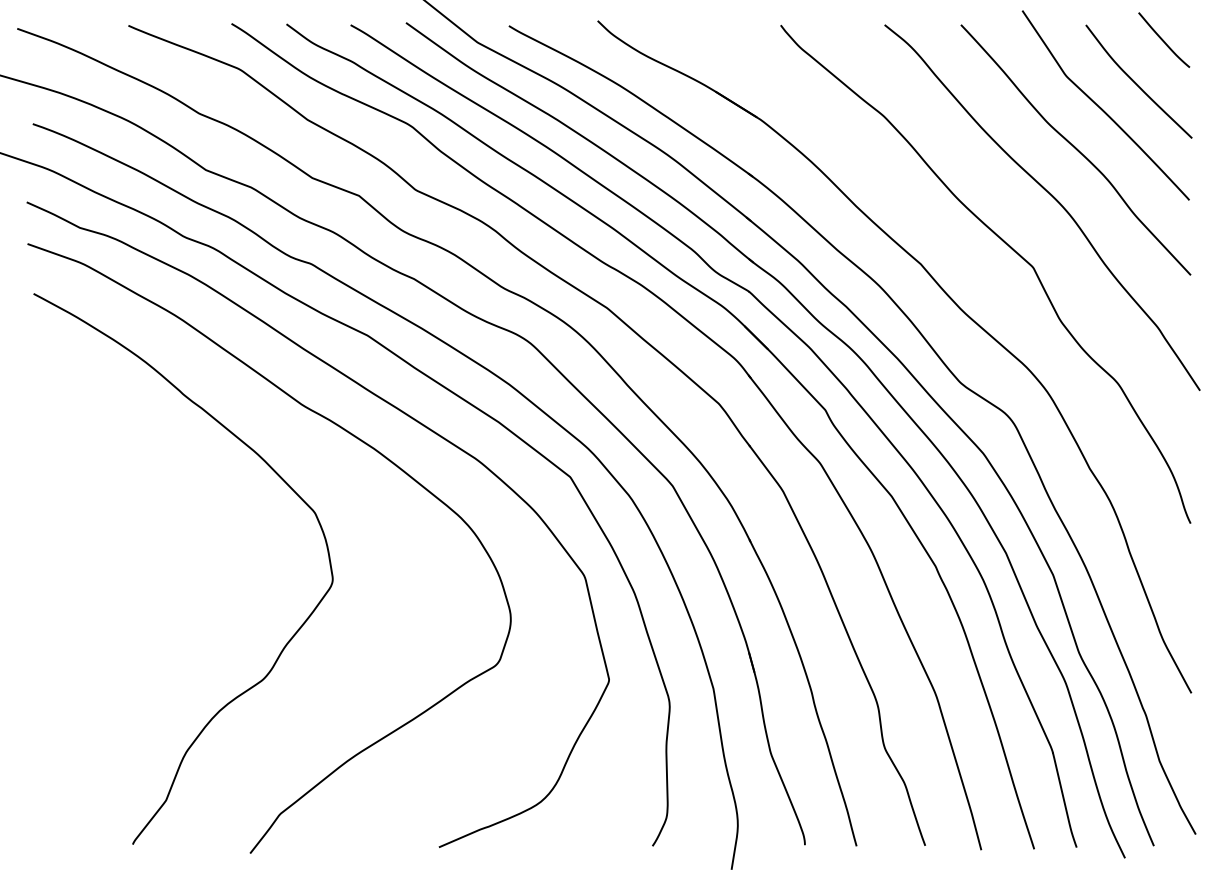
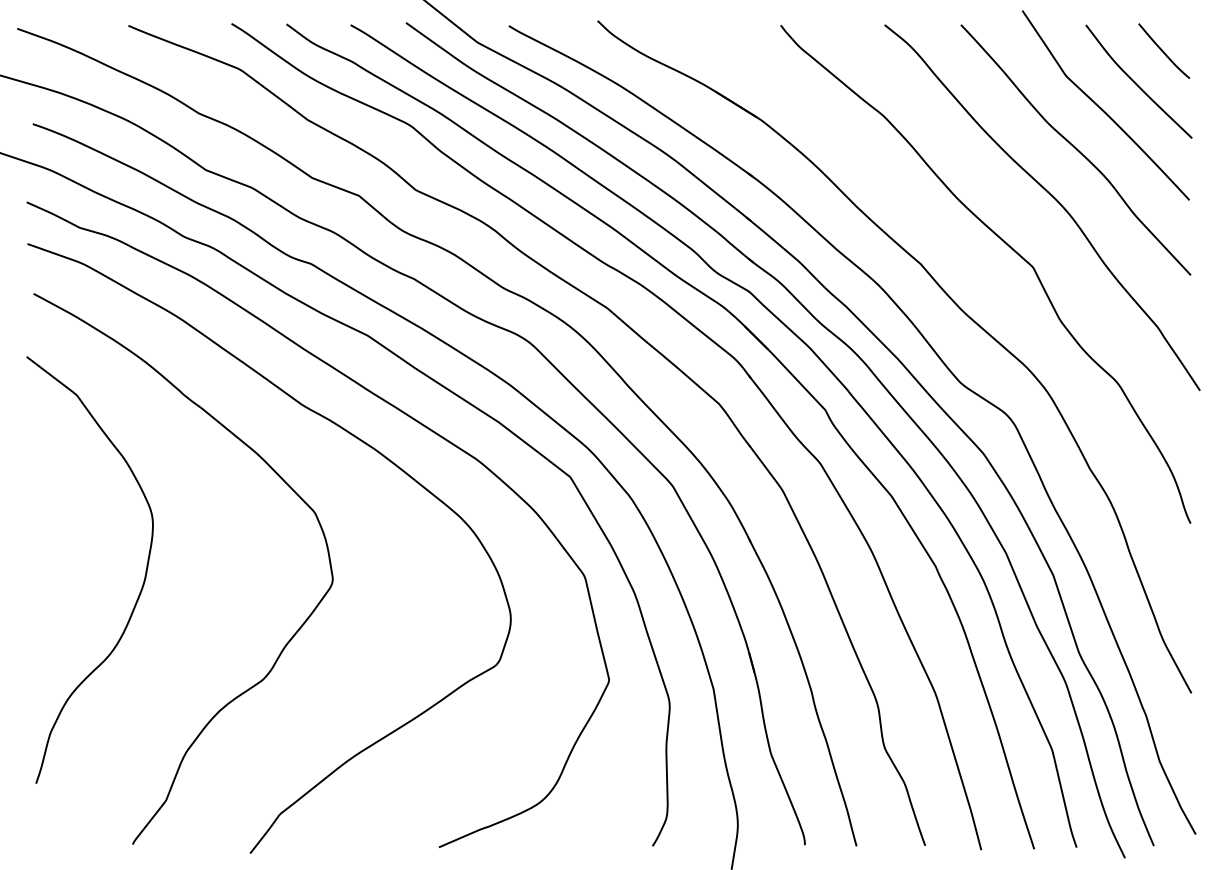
curve at (1163, 39) position: (1163, 39) -> (1163, 50)
curve at (140, 589): none -> present
